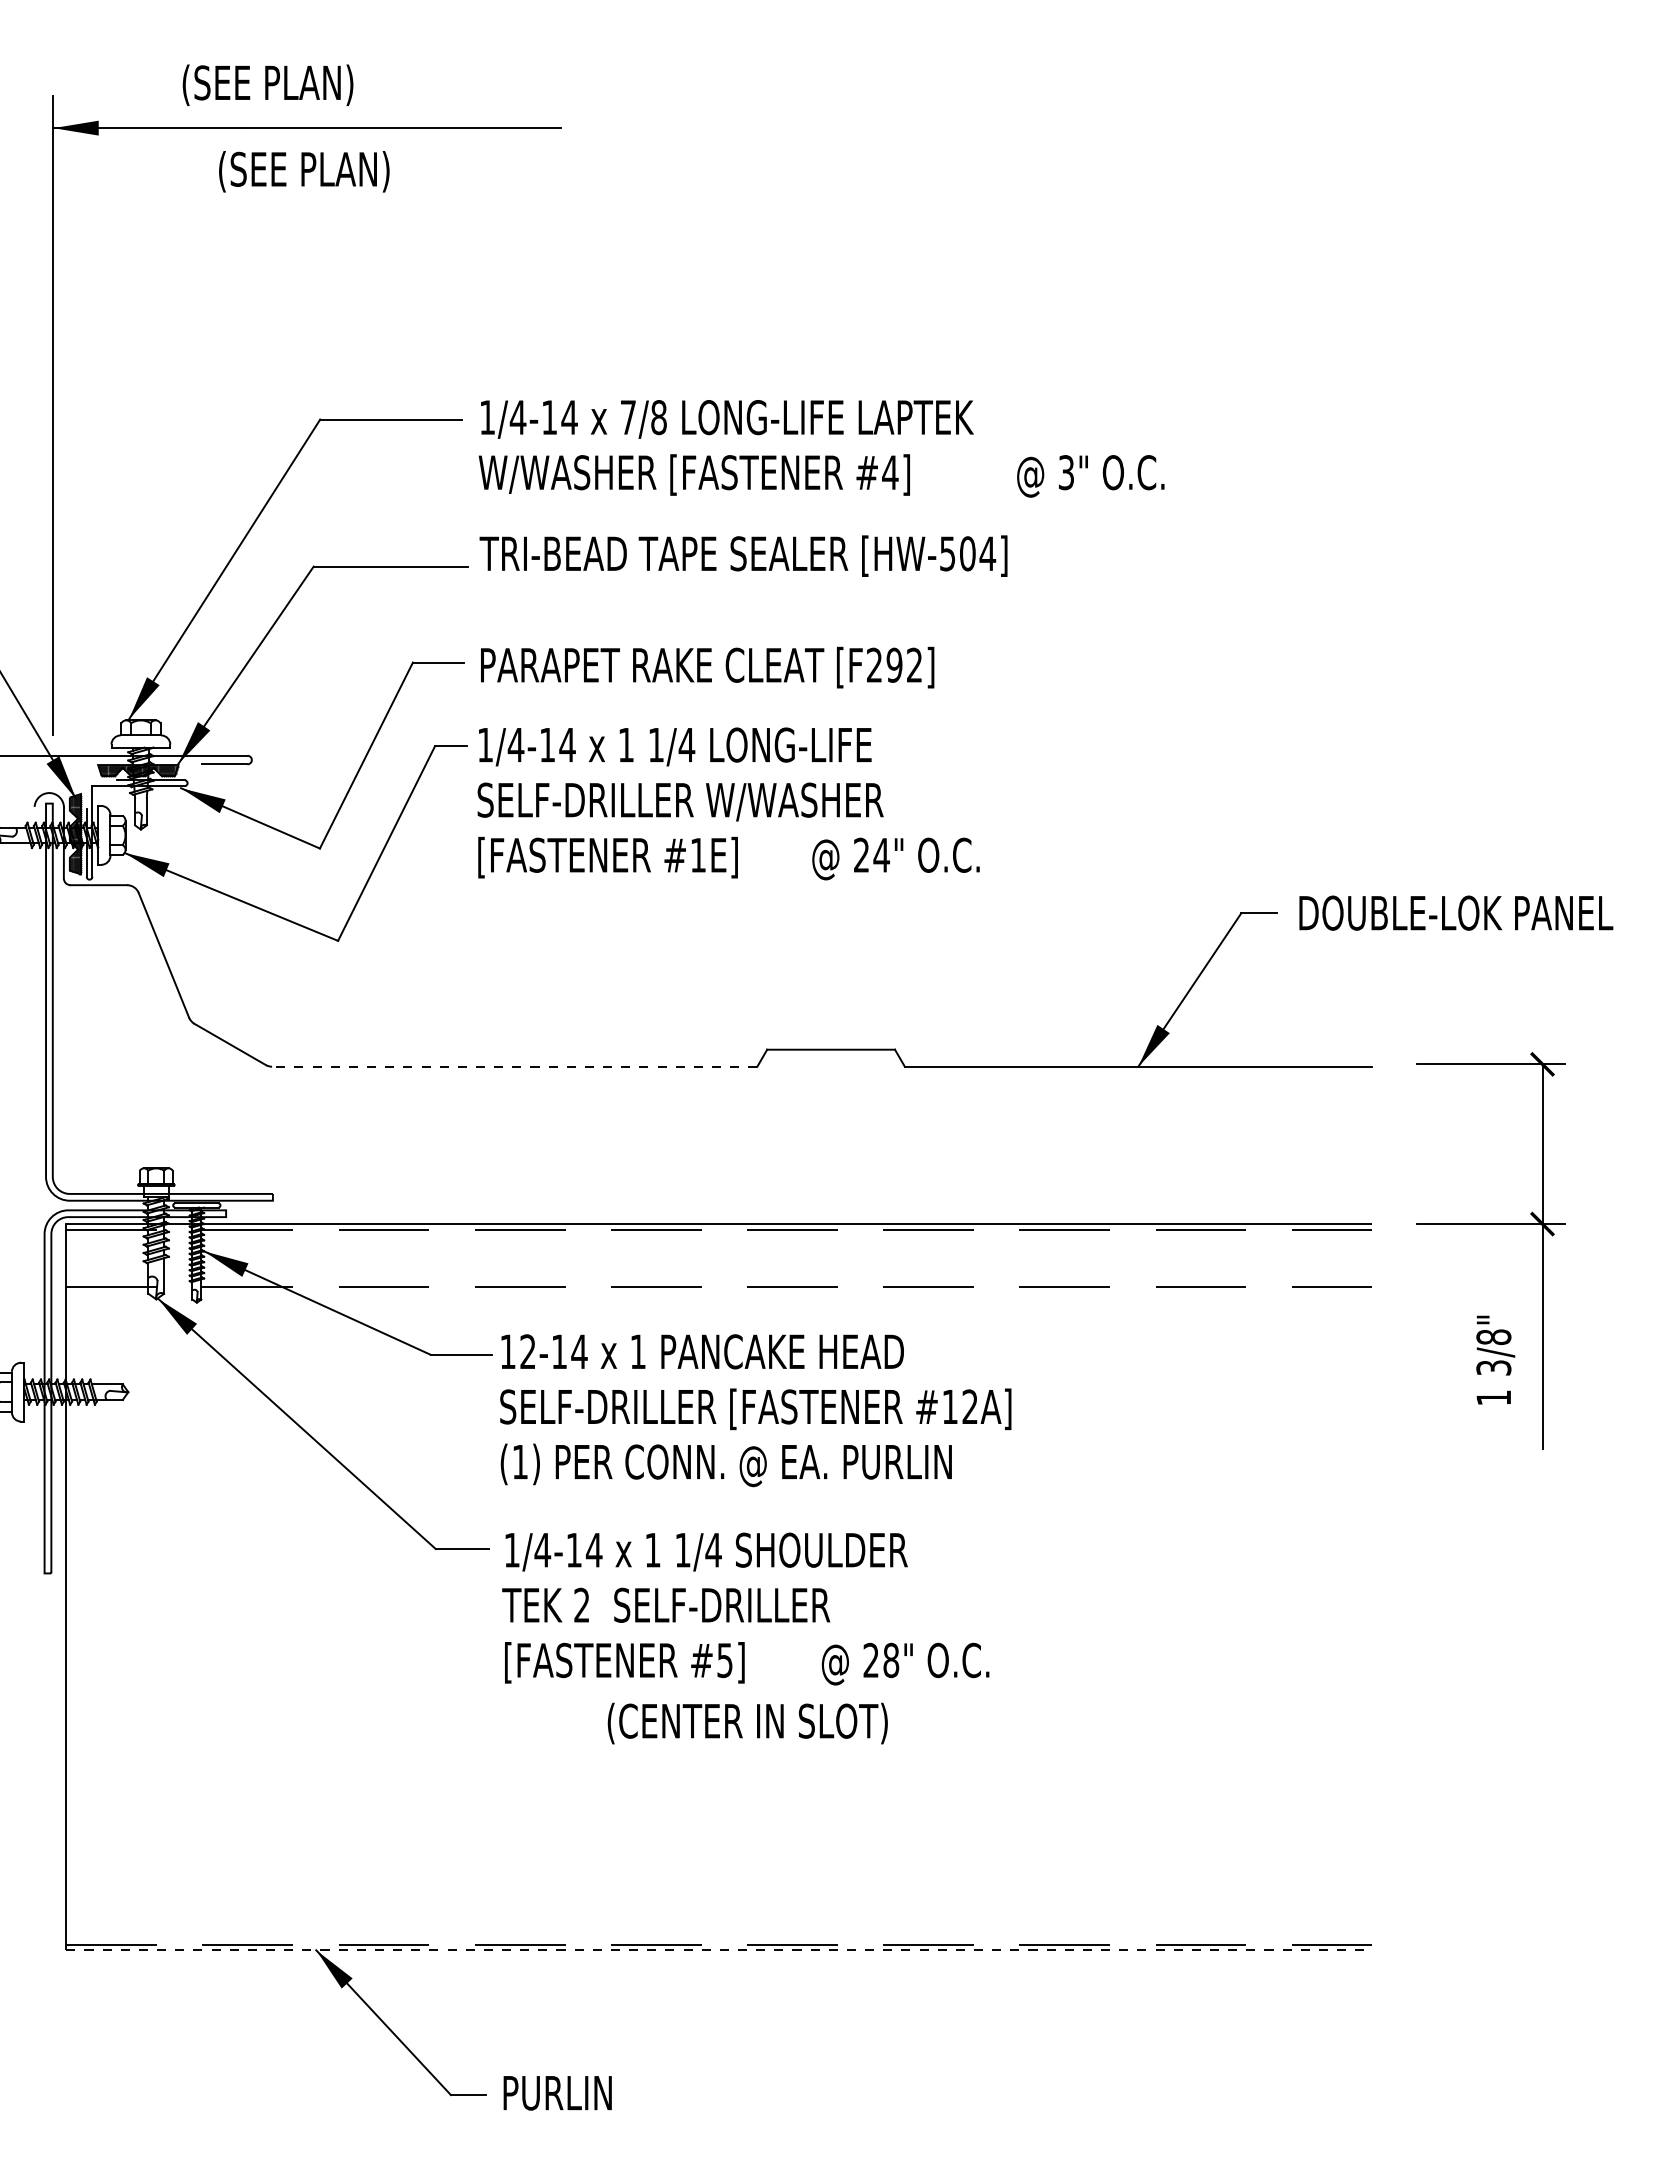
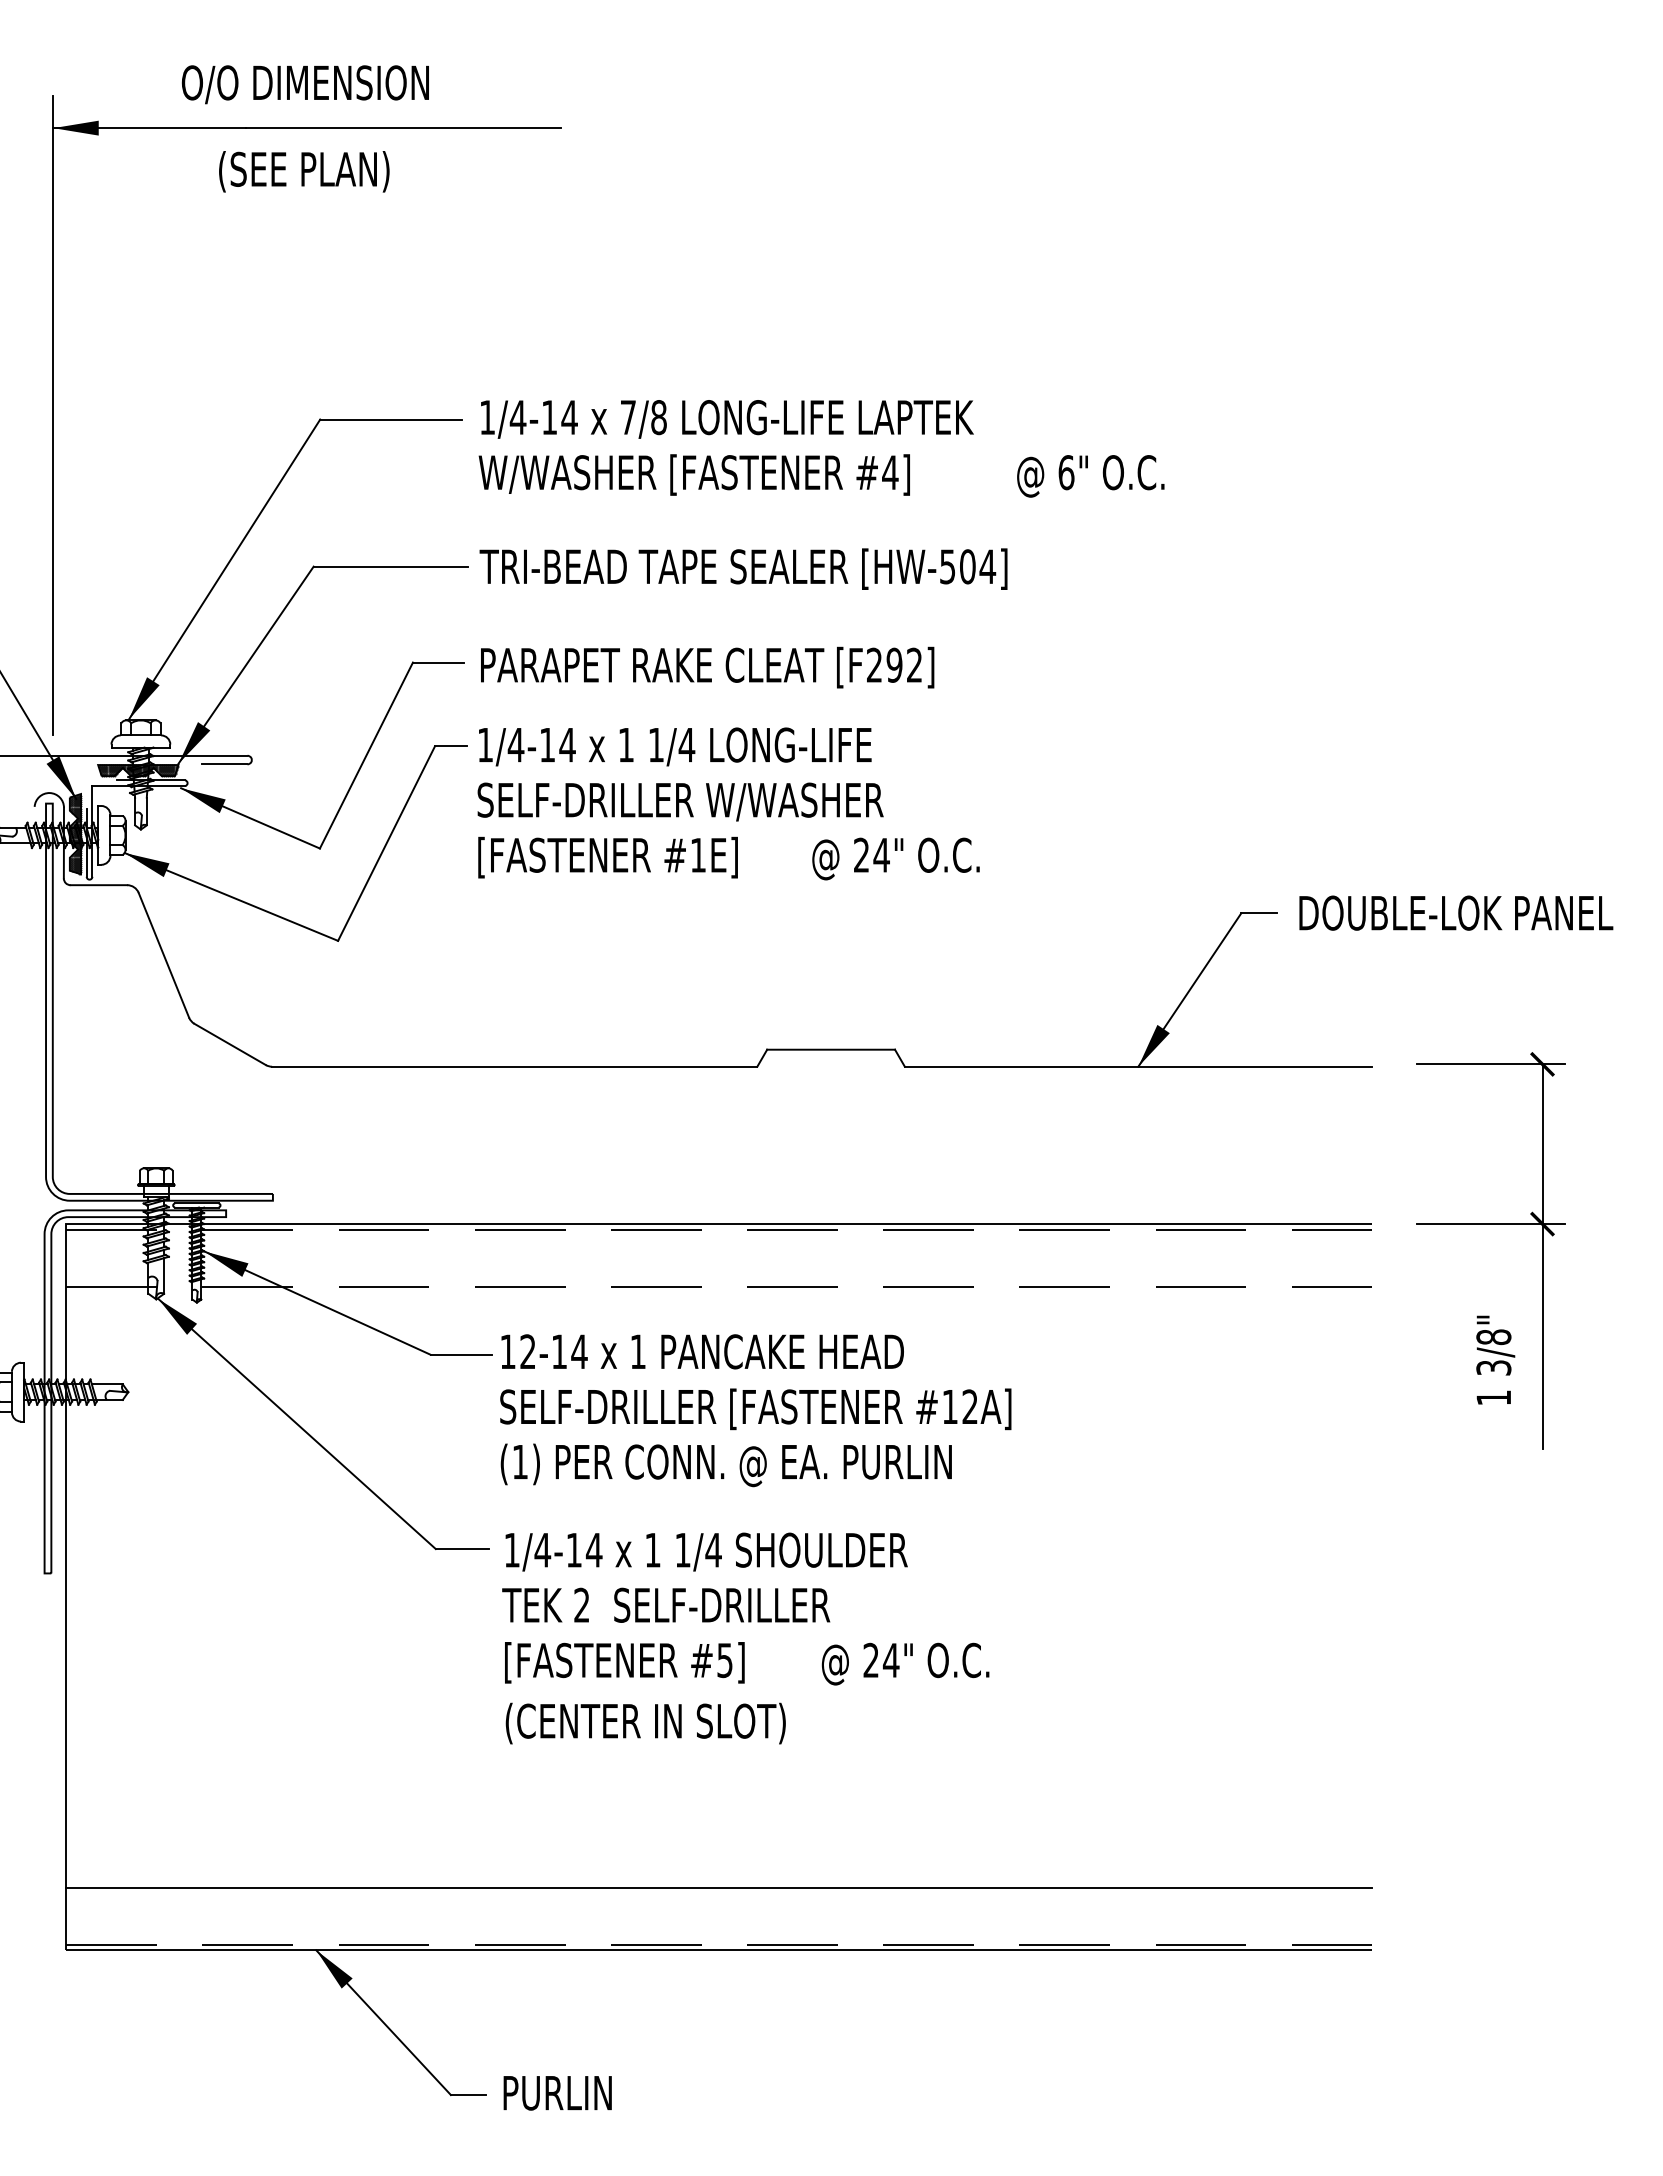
text at (304, 84): (SEE PLAN) -> O/O DIMENSION
text at (1066, 472): 3" -> 6"
text at (743, 555) position: (743, 555) -> (743, 568)
line at (514, 1066): dashed -> solid
text at (890, 1660): 28" -> 24"
text at (747, 1723) position: (747, 1723) -> (645, 1723)
line at (718, 1887): none -> present
line at (719, 1950): dashed -> solid
